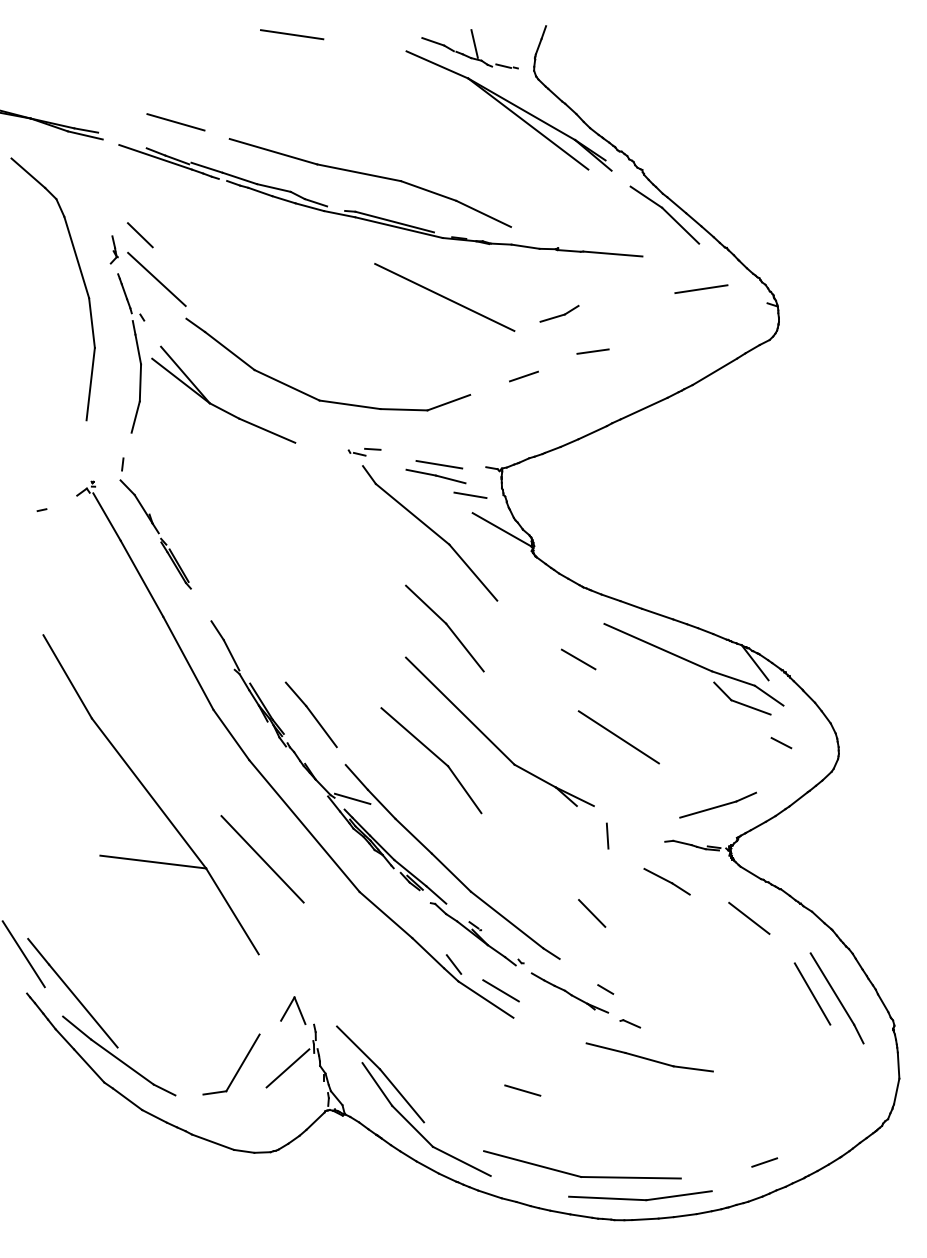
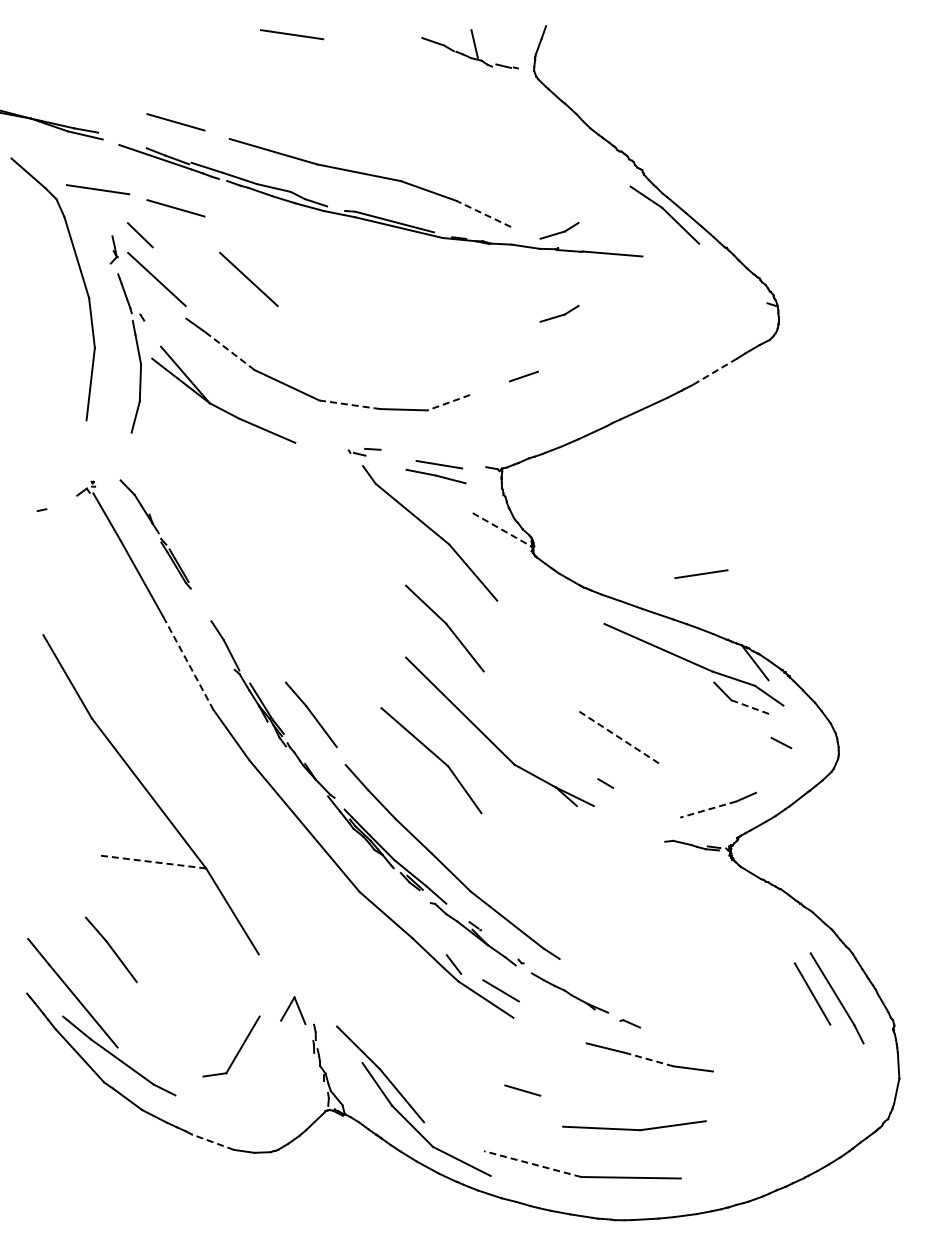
part at (508, 110): present -> none
line at (98, 189): none -> present
line at (175, 208): none -> present
line at (483, 213): solid -> dashed
part at (559, 230): none -> present
line at (248, 279): none -> present
line at (701, 288) position: (701, 288) -> (701, 573)
line at (444, 297): present -> none
line at (229, 350): solid -> dashed
line at (592, 351): present -> none
line at (714, 371): solid -> dashed
line at (448, 402): solid -> dashed
line at (350, 404): solid -> dashed
line at (122, 464): present -> none
line at (470, 495): present -> none
line at (502, 529): solid -> dashed
line at (578, 659): present -> none
line at (188, 663): solid -> dashed
line at (751, 707): solid -> dashed
line at (618, 737): solid -> dashed
line at (352, 798): present -> none
line at (707, 809): solid -> dashed
line at (607, 835): present -> none
line at (262, 859): present -> none
line at (152, 862): solid -> dashed
part at (666, 881): present -> none
line at (592, 913): present -> none
line at (749, 917): present -> none
part at (110, 949): none -> present
line at (23, 954): present -> none
line at (605, 989) position: (605, 989) -> (605, 783)
line at (649, 1059): solid -> dashed
part at (238, 1068) position: (238, 1068) -> (238, 1050)
line at (287, 1068): present -> none
line at (212, 1142): solid -> dashed
line at (764, 1162): present -> none
line at (532, 1163): solid -> dashed
part at (640, 1195) position: (640, 1195) -> (634, 1125)
